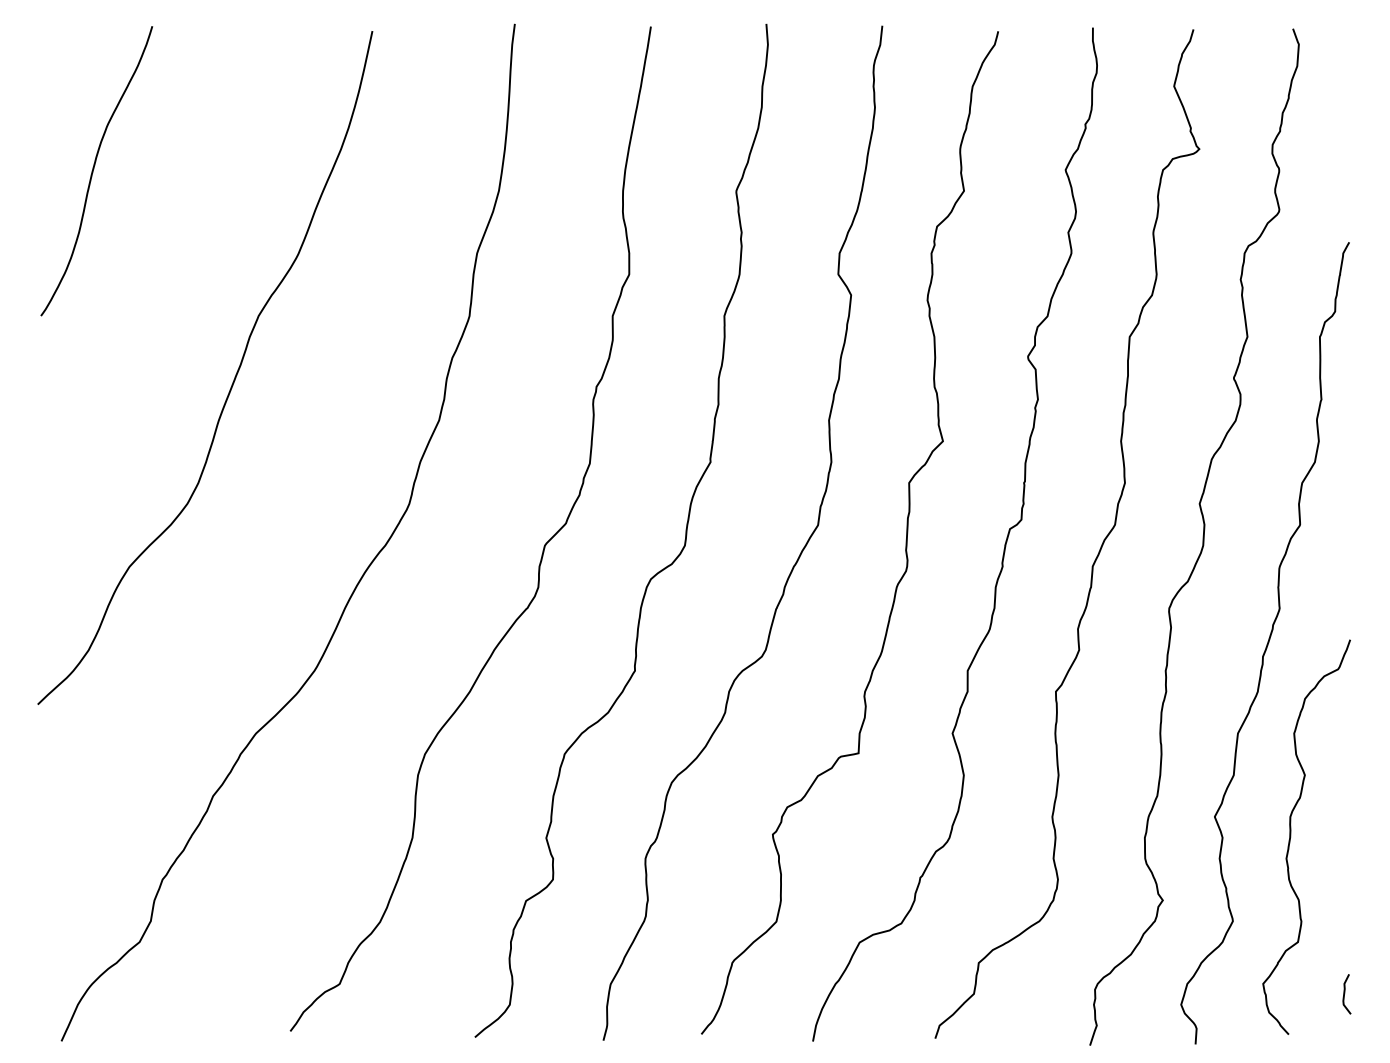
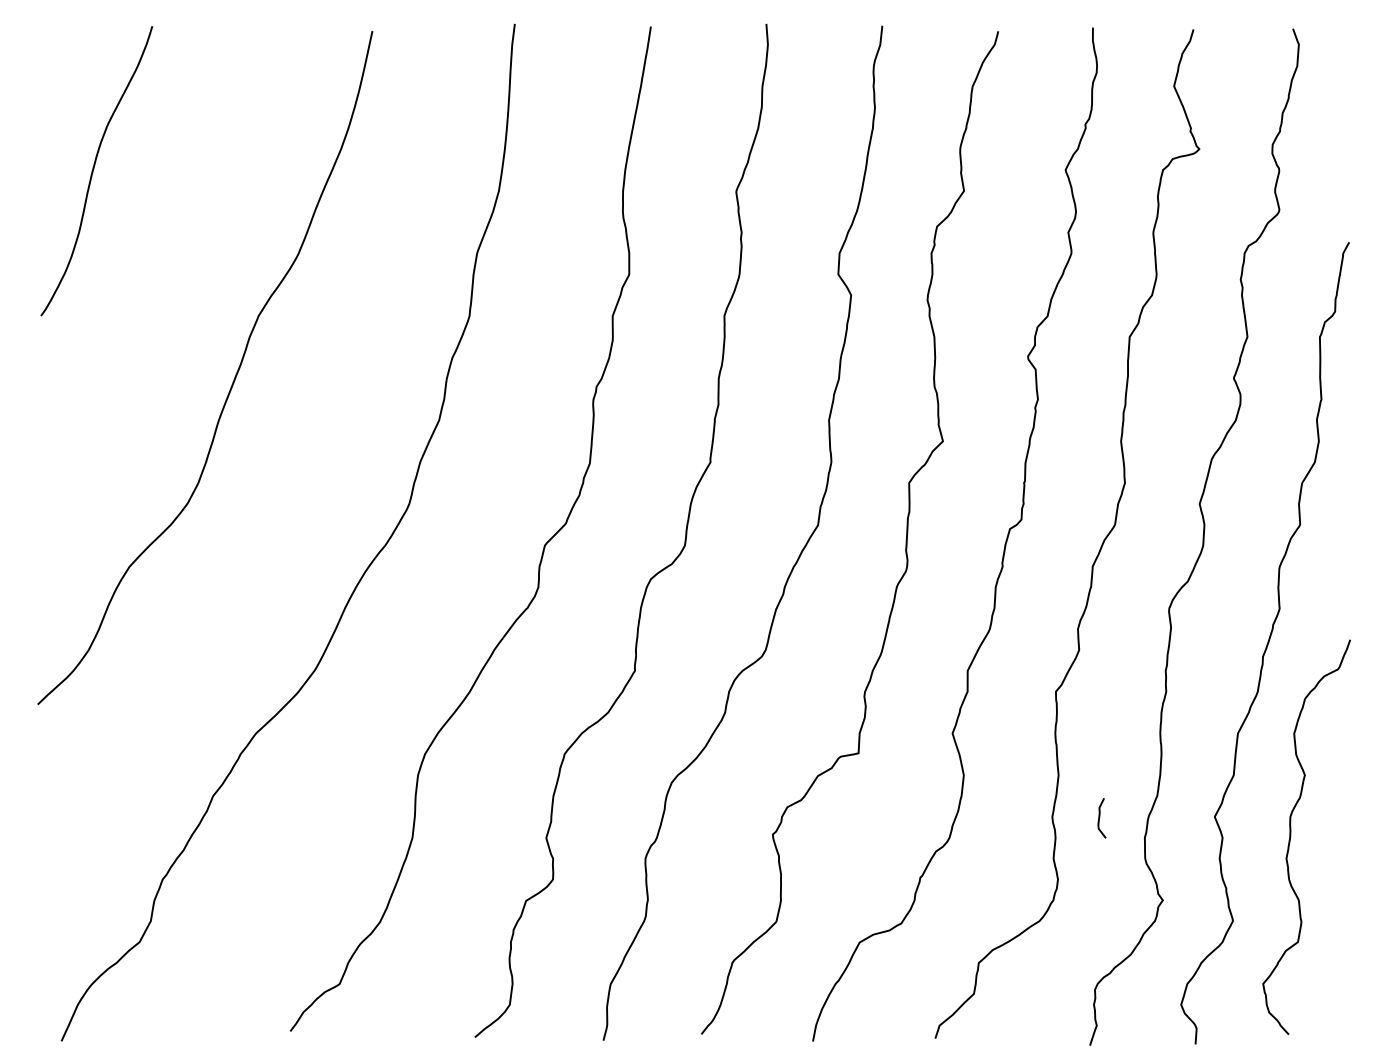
curve at (1345, 993) position: (1345, 993) -> (1100, 817)
